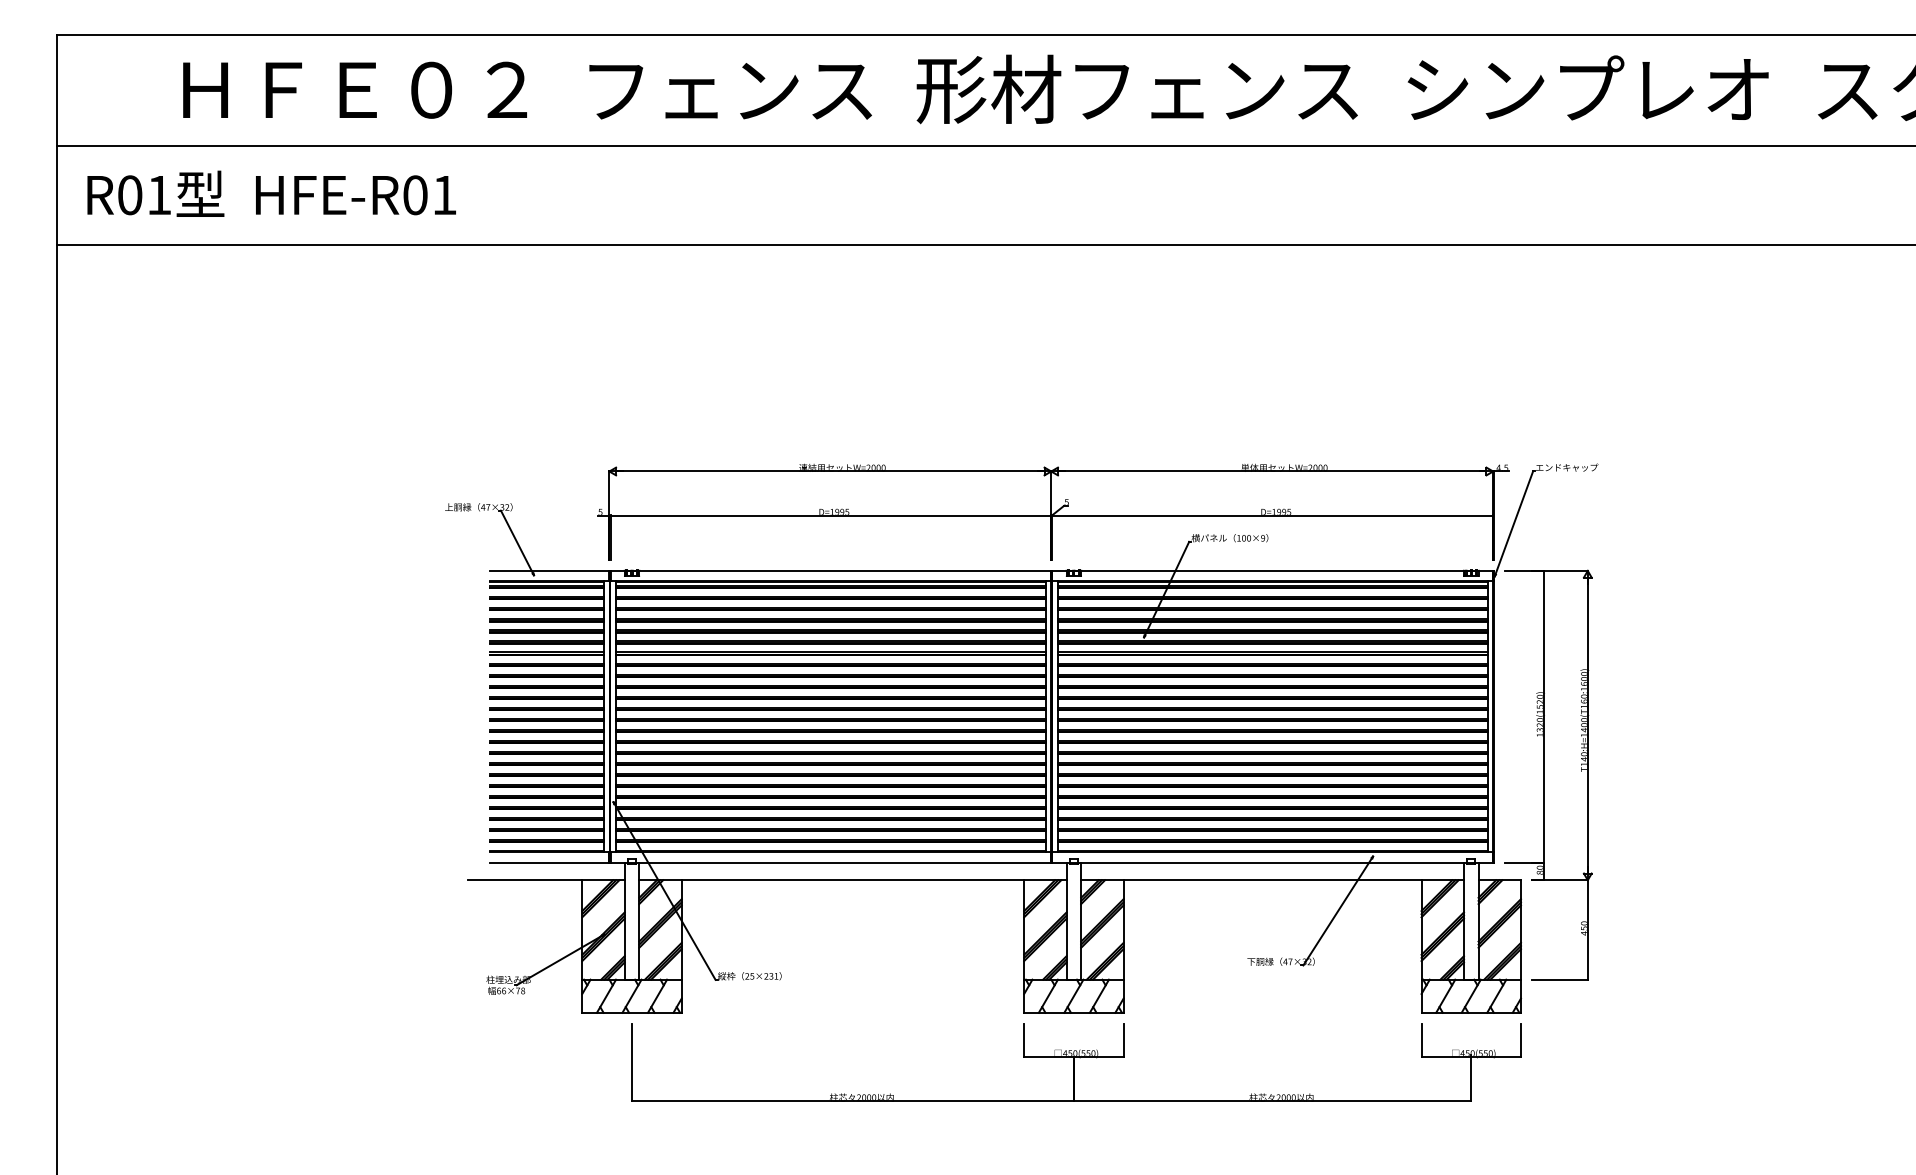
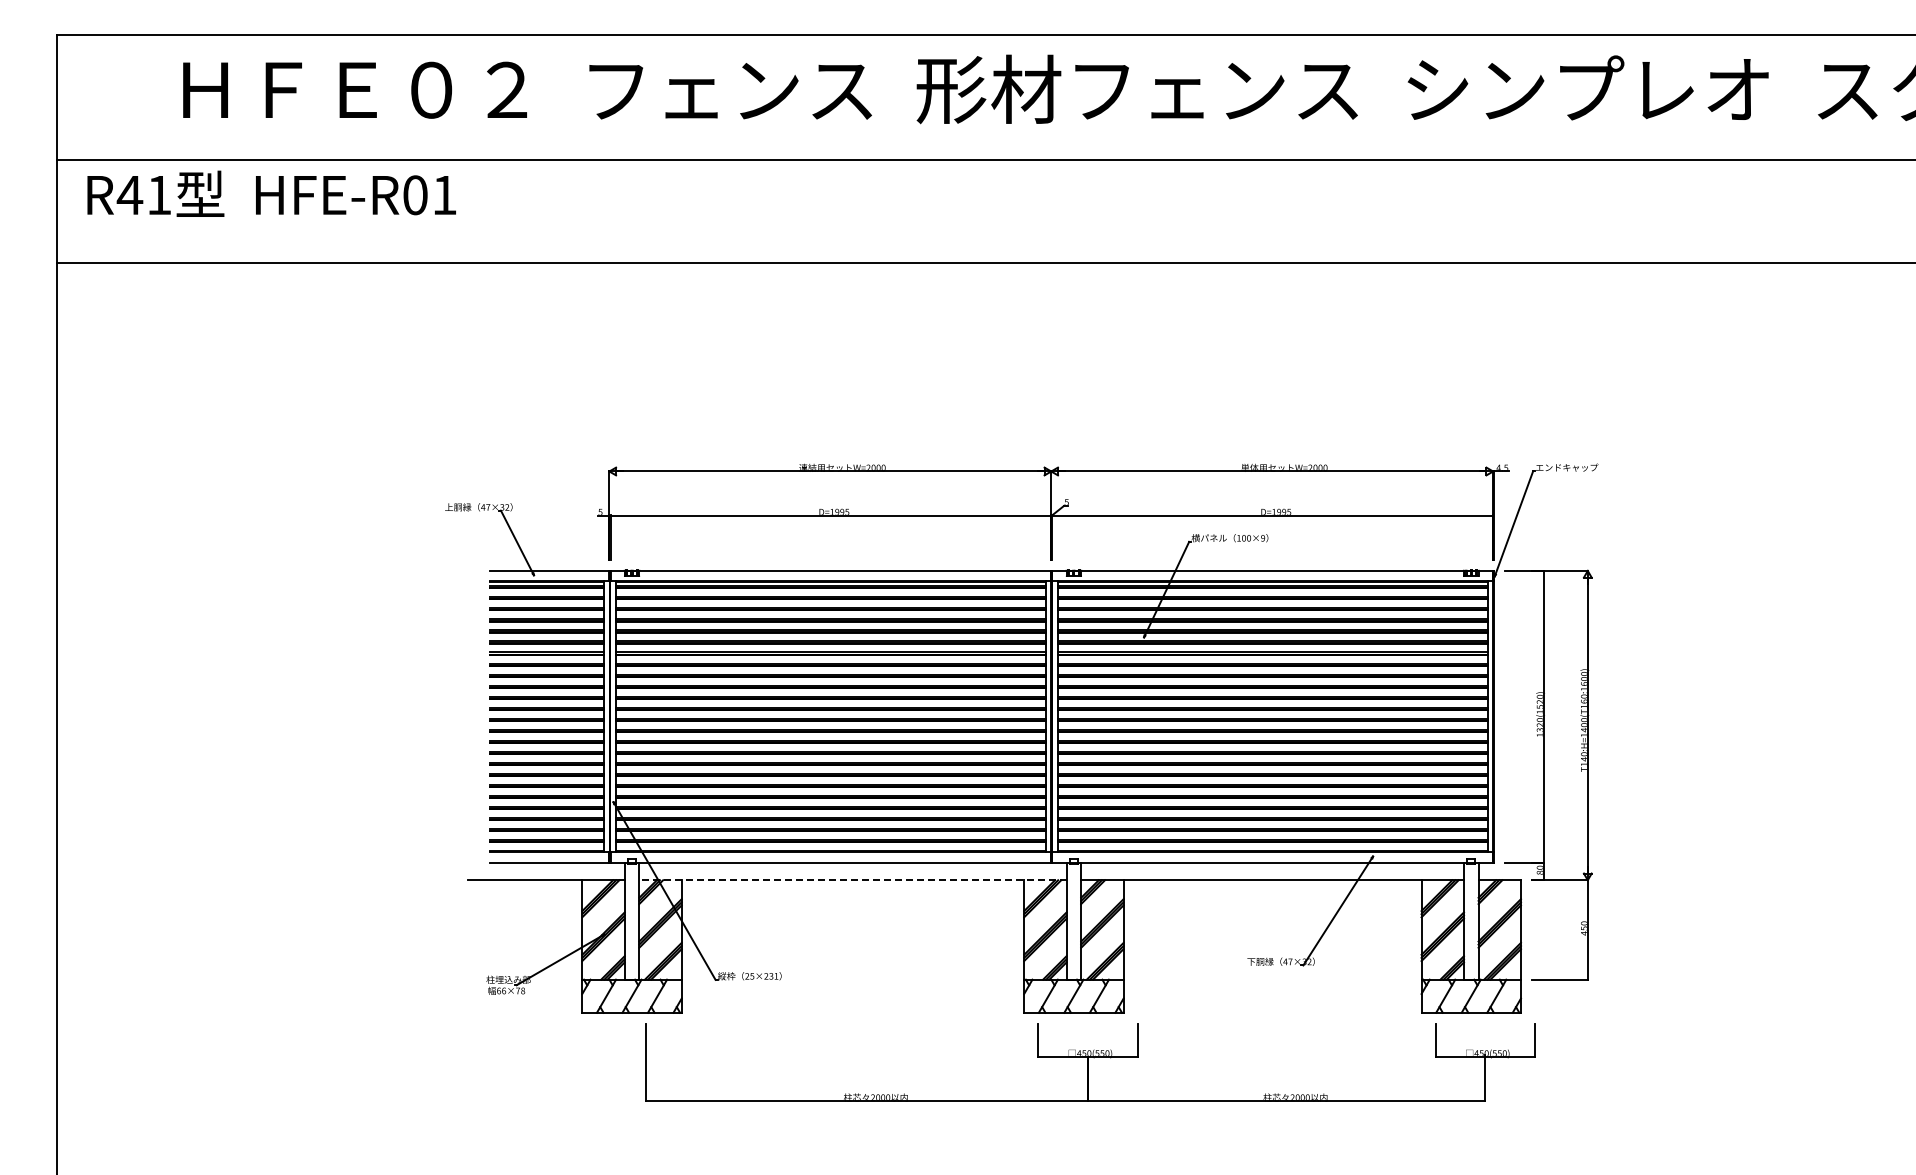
line at (984, 145) position: (984, 145) -> (984, 159)
text at (129, 195): R01 -> R41
line at (984, 245) position: (984, 245) -> (984, 263)
line at (852, 880): solid -> dashed
part at (1076, 1062) position: (1076, 1062) -> (1090, 1062)
